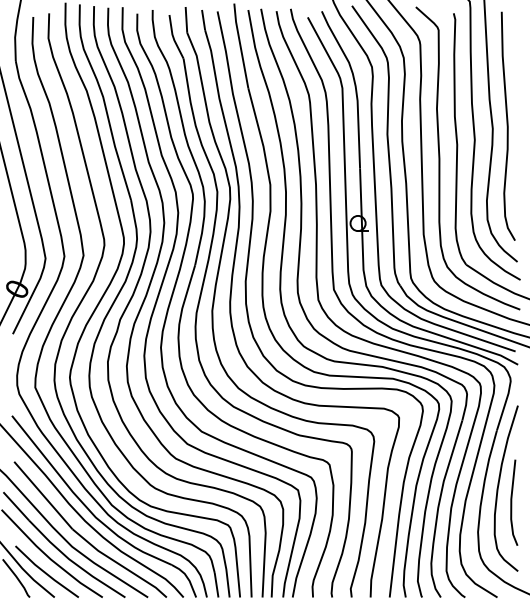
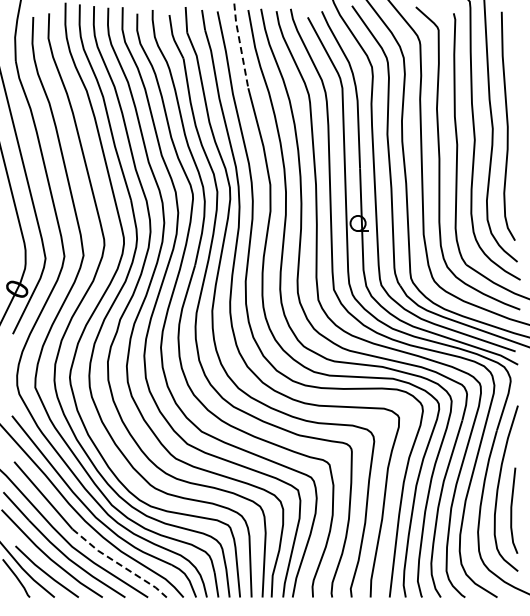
line at (240, 45): solid -> dashed
line at (512, 502) position: (512, 502) -> (512, 510)
line at (119, 564): solid -> dashed
